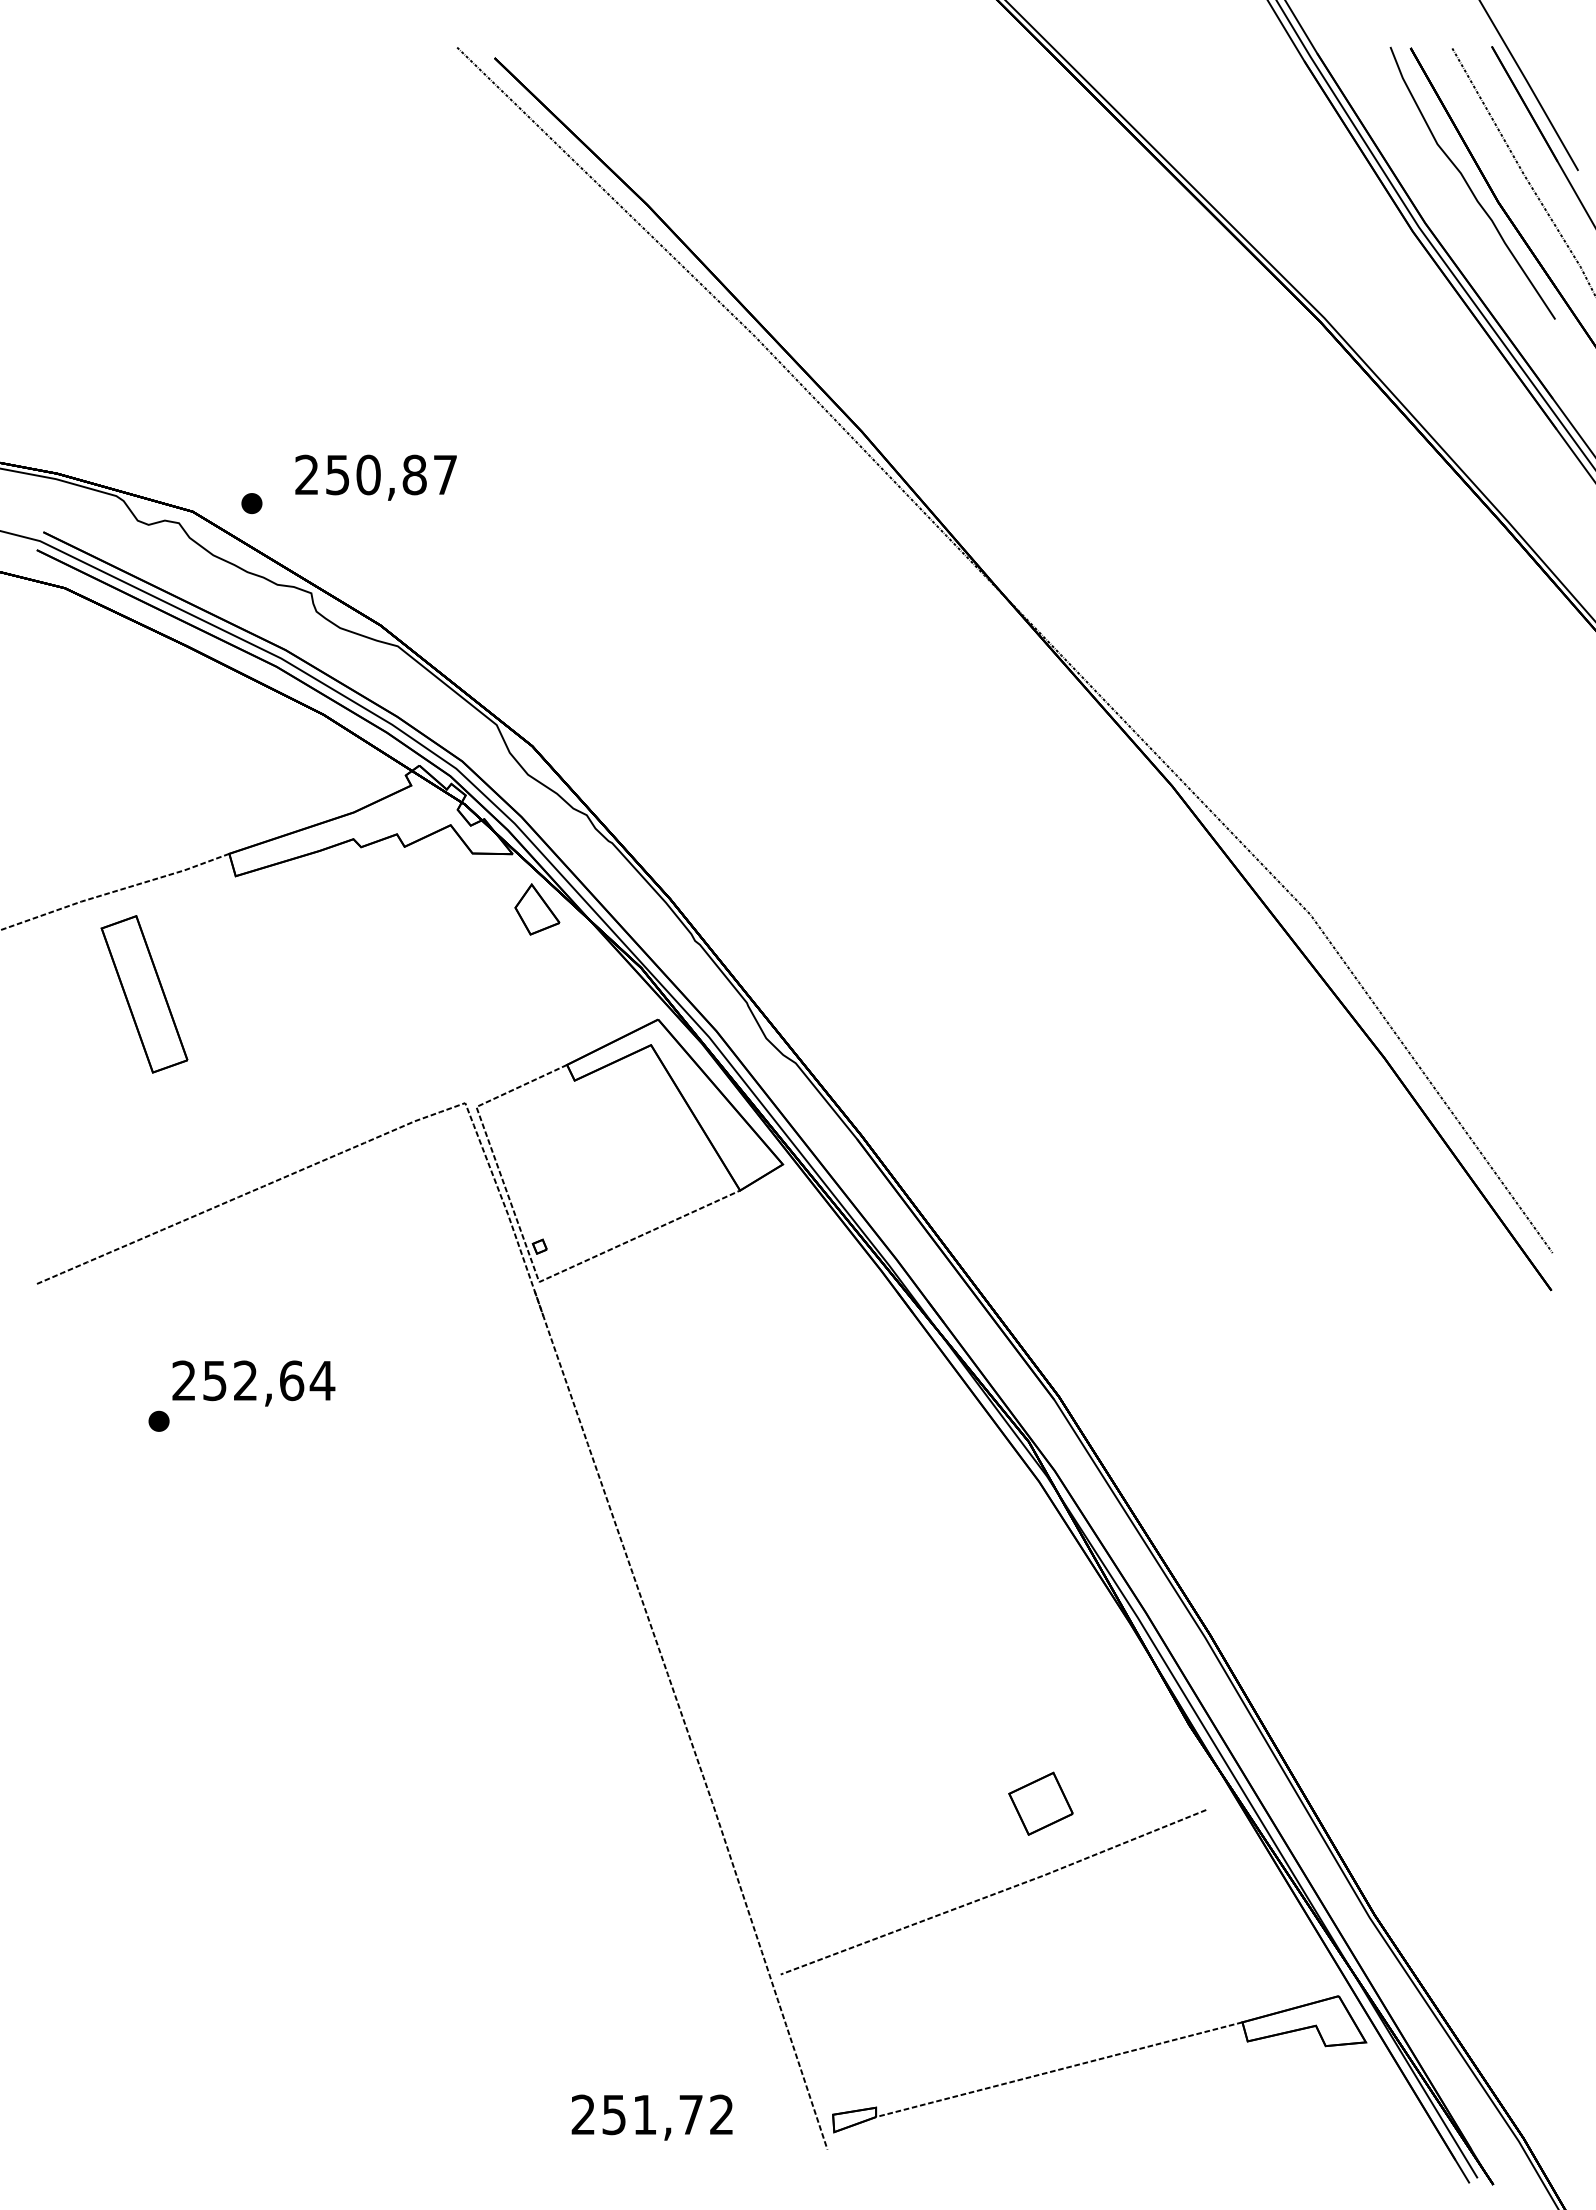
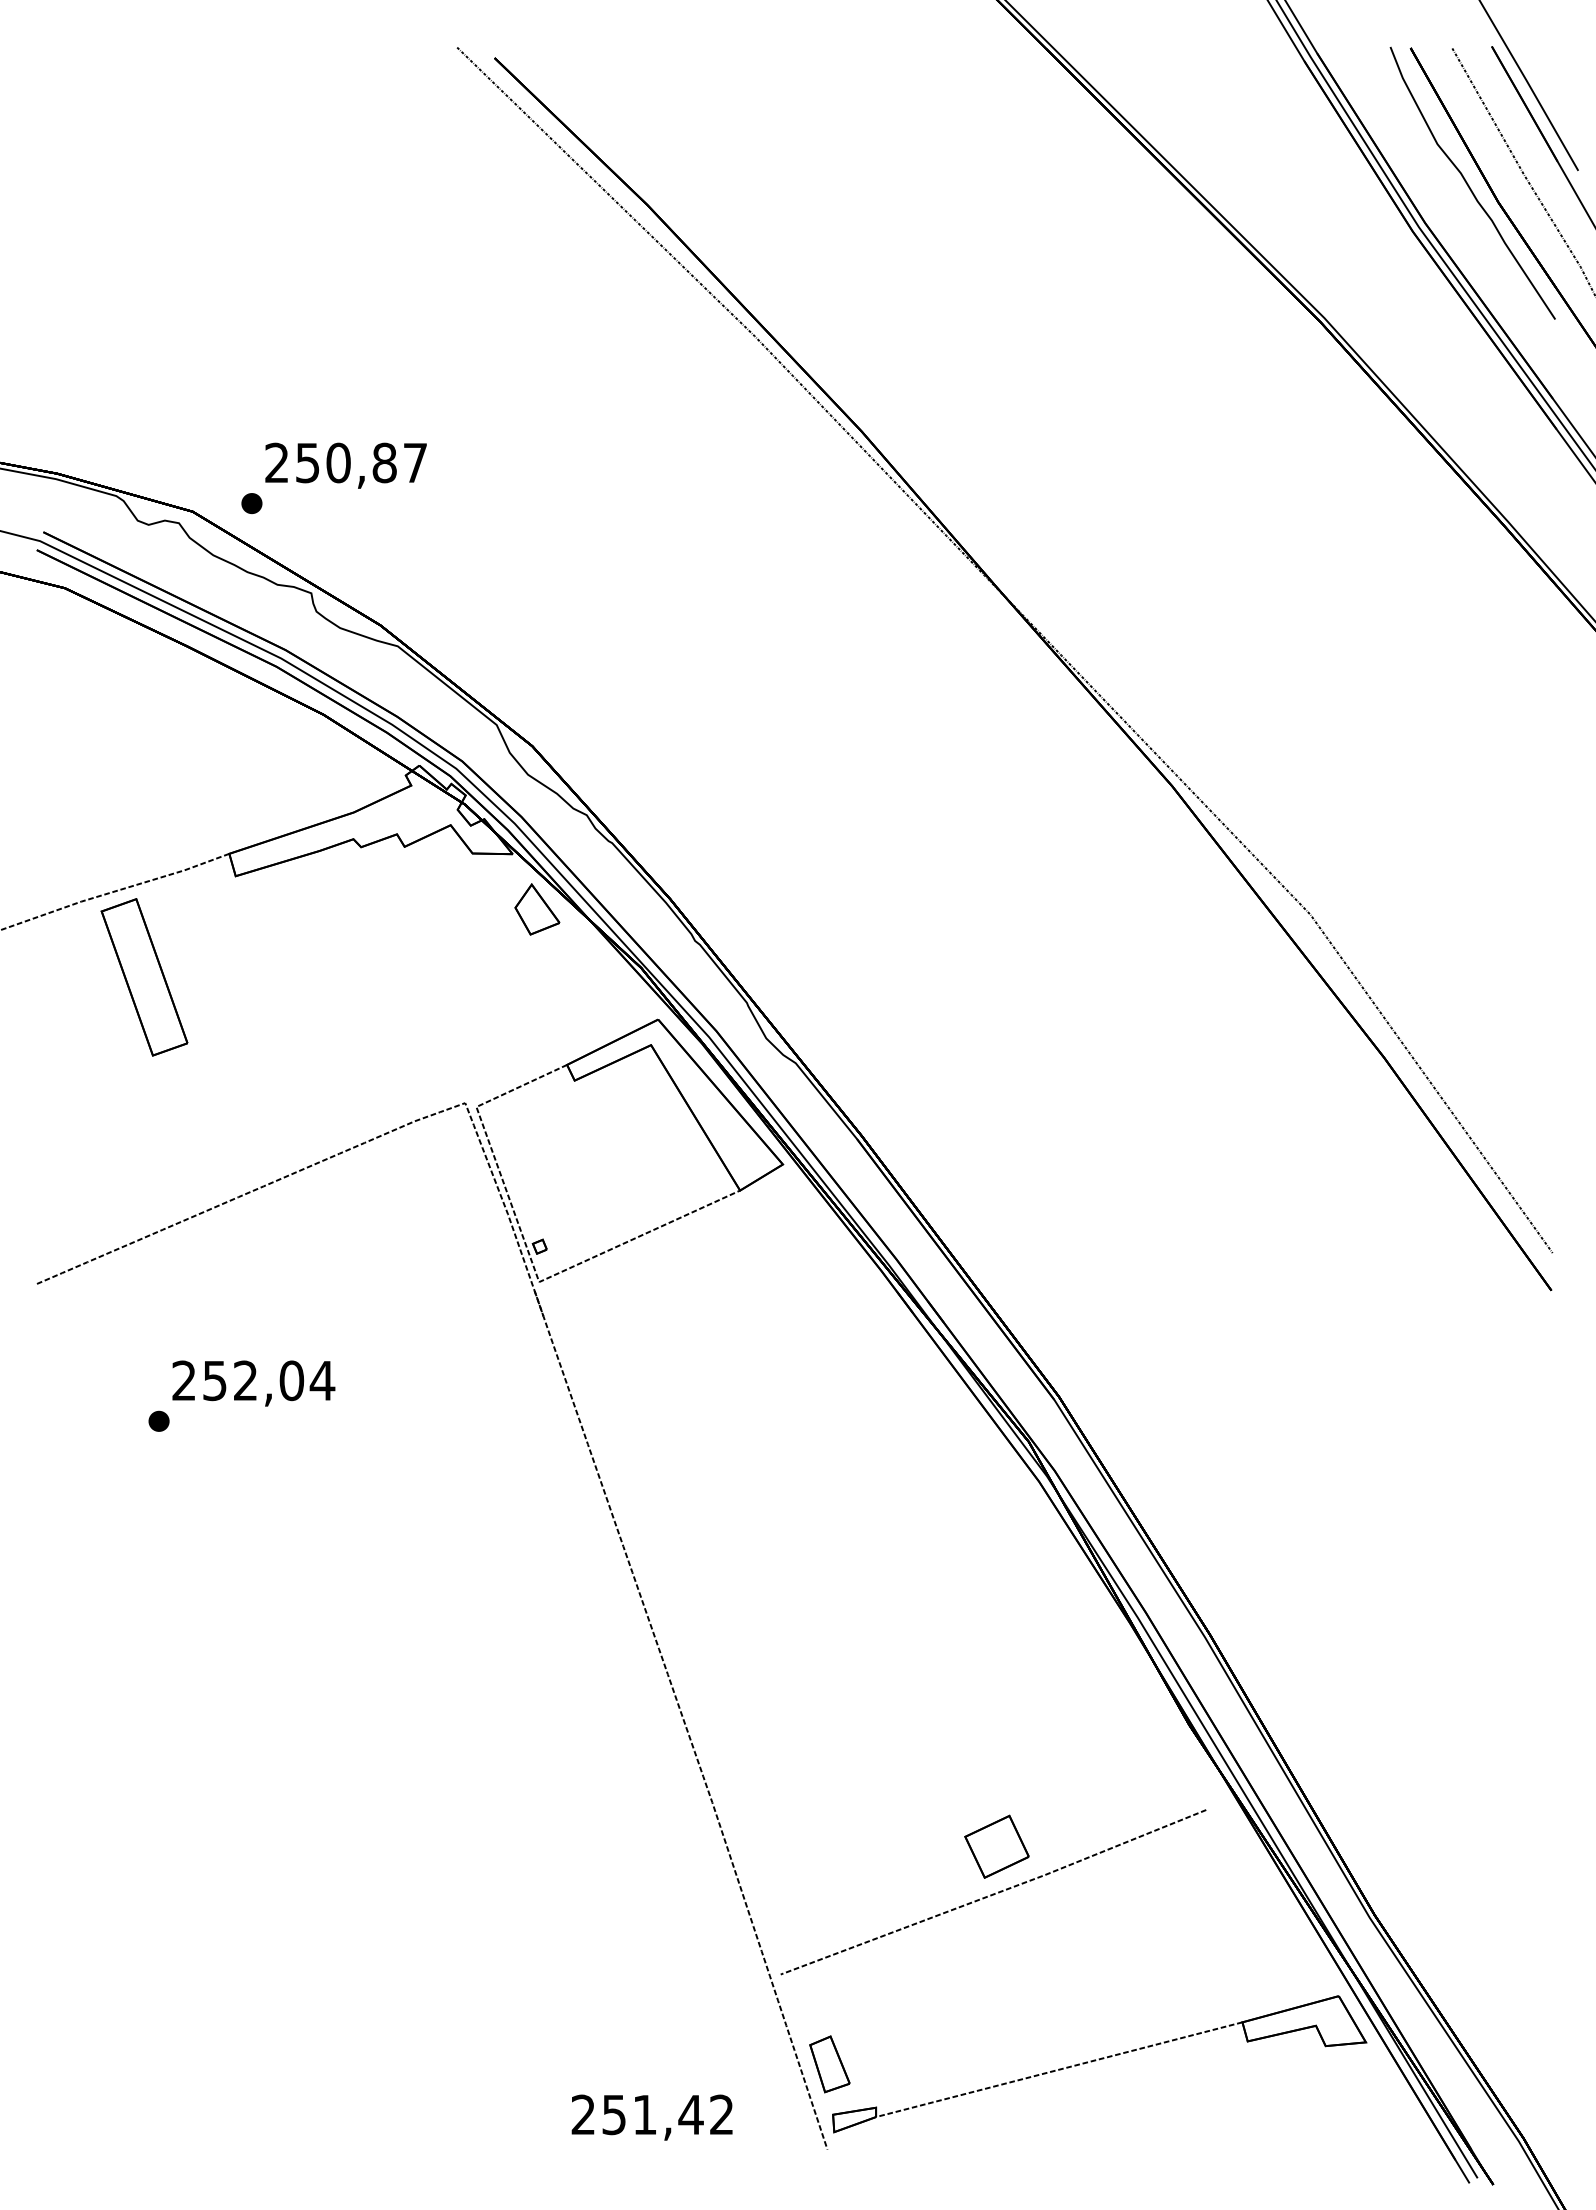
text at (375, 477) position: (375, 477) -> (345, 465)
part at (144, 994) position: (144, 994) -> (144, 977)
text at (291, 1380): 252,64 -> 252,04
part at (1040, 1803) position: (1040, 1803) -> (996, 1846)
part at (829, 2064): none -> present
text at (690, 2114): 251,72 -> 251,42
